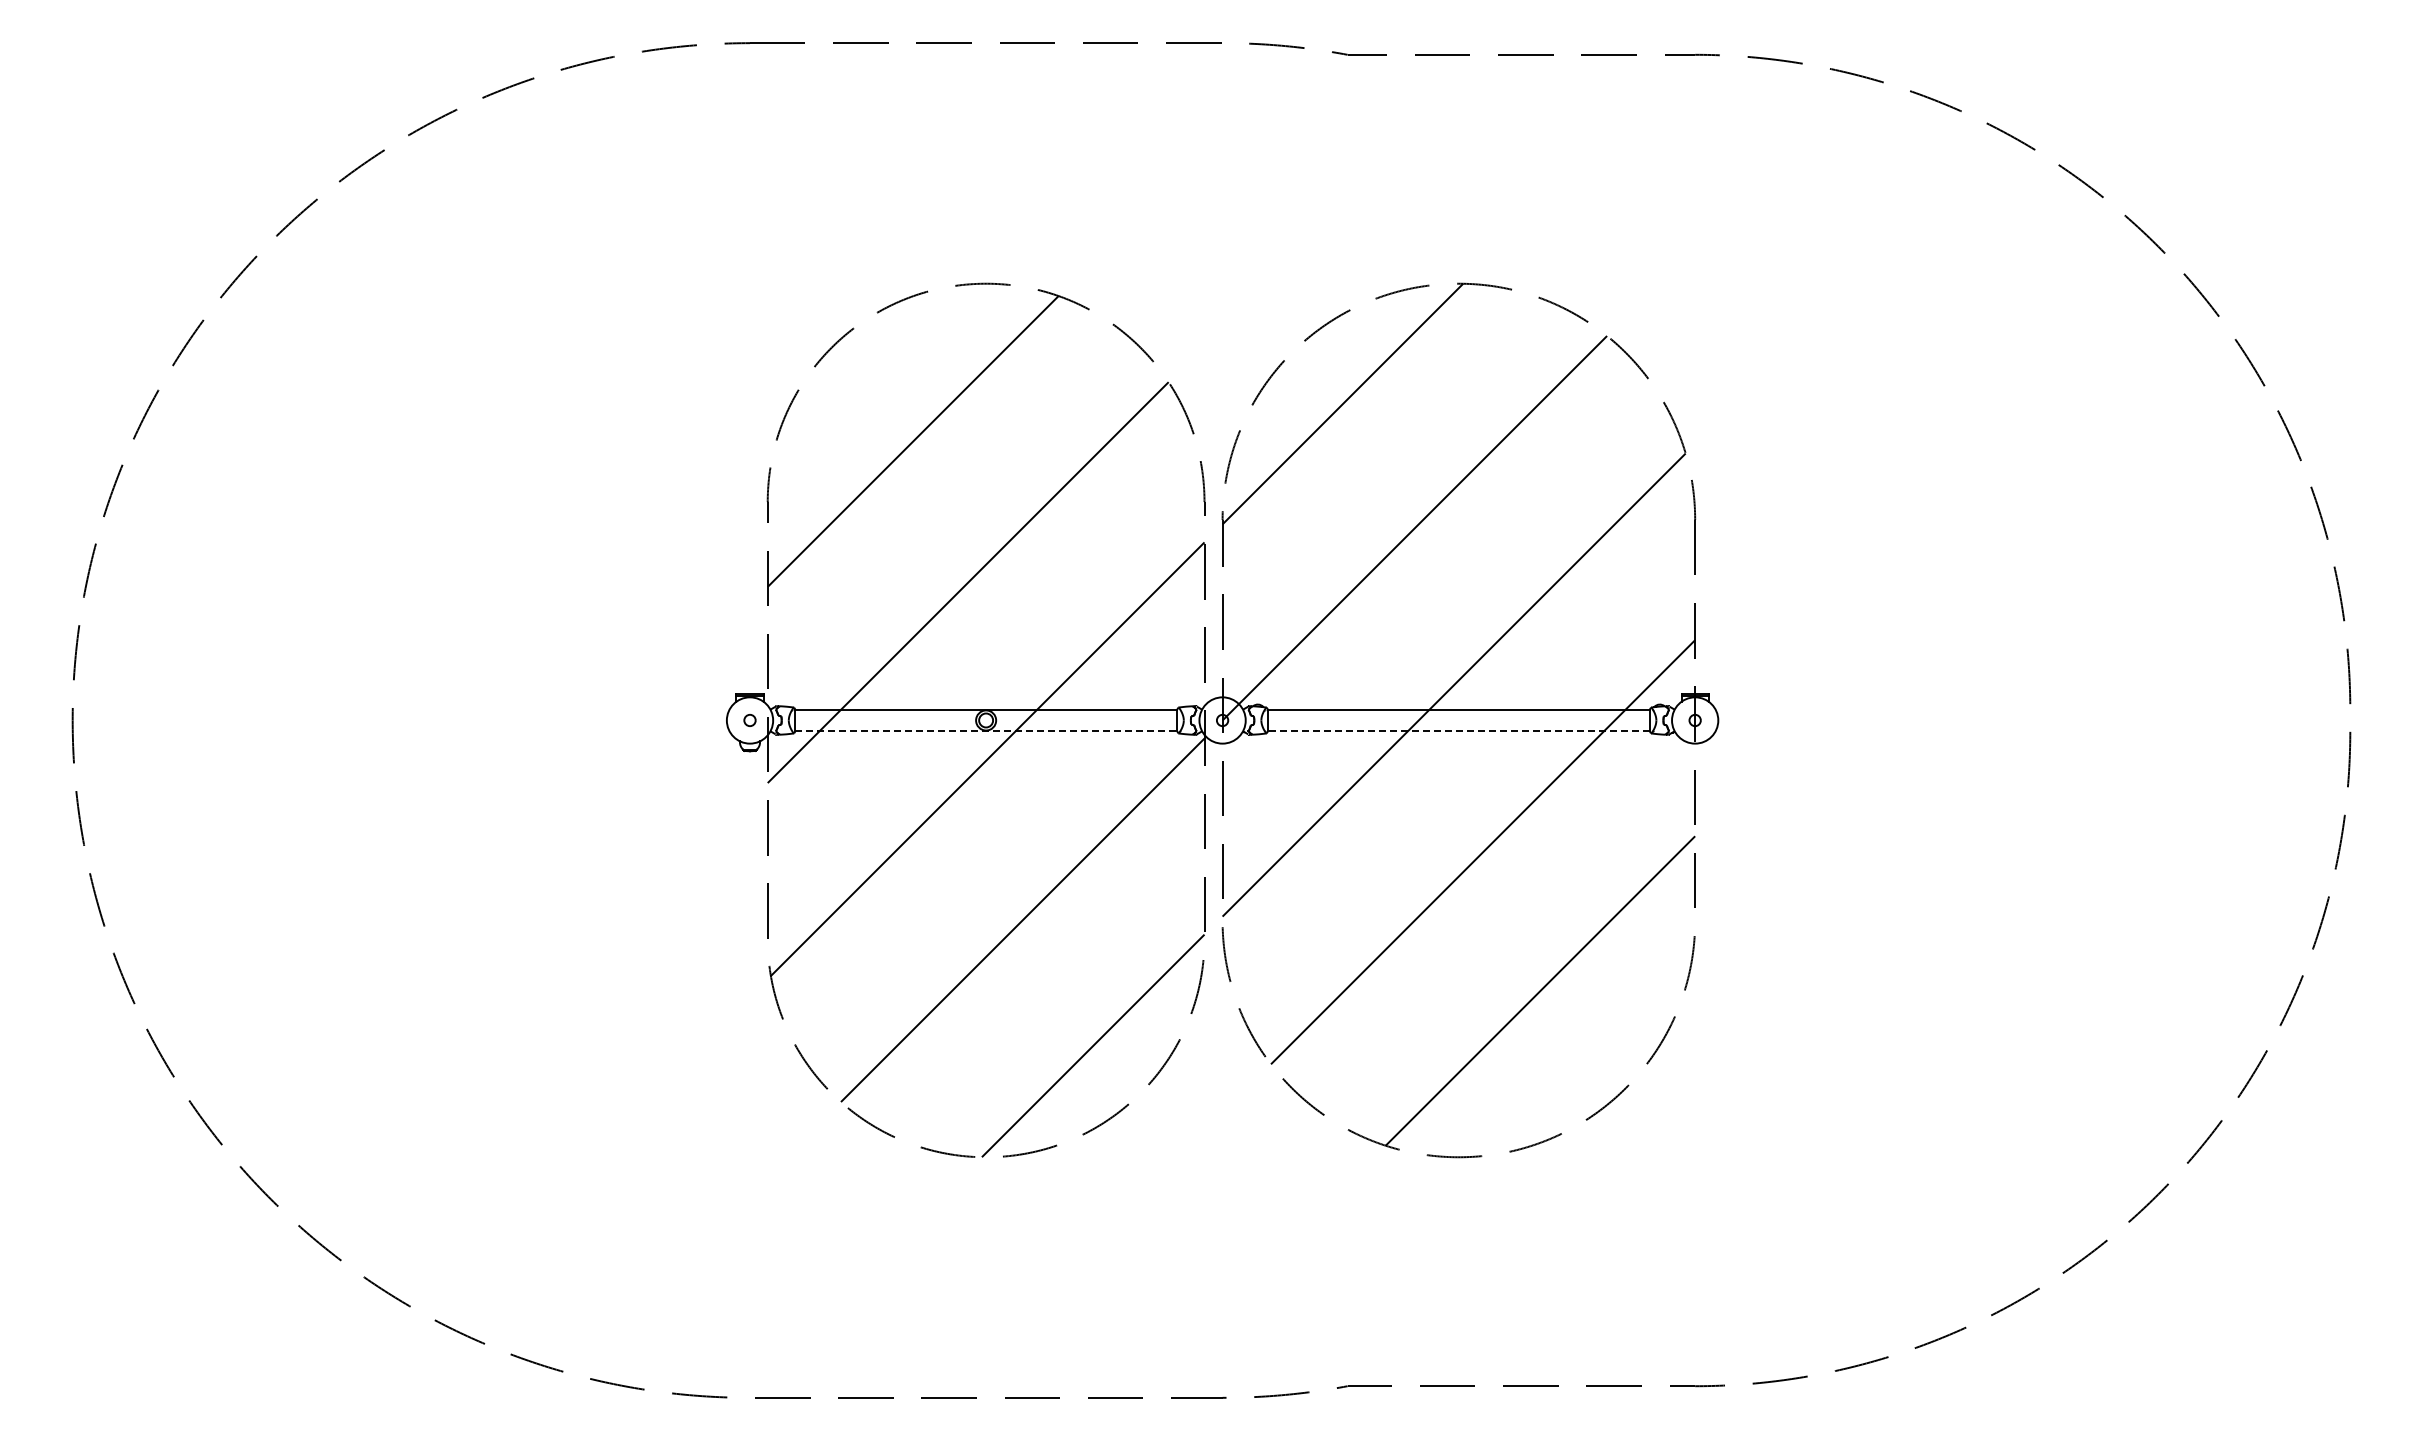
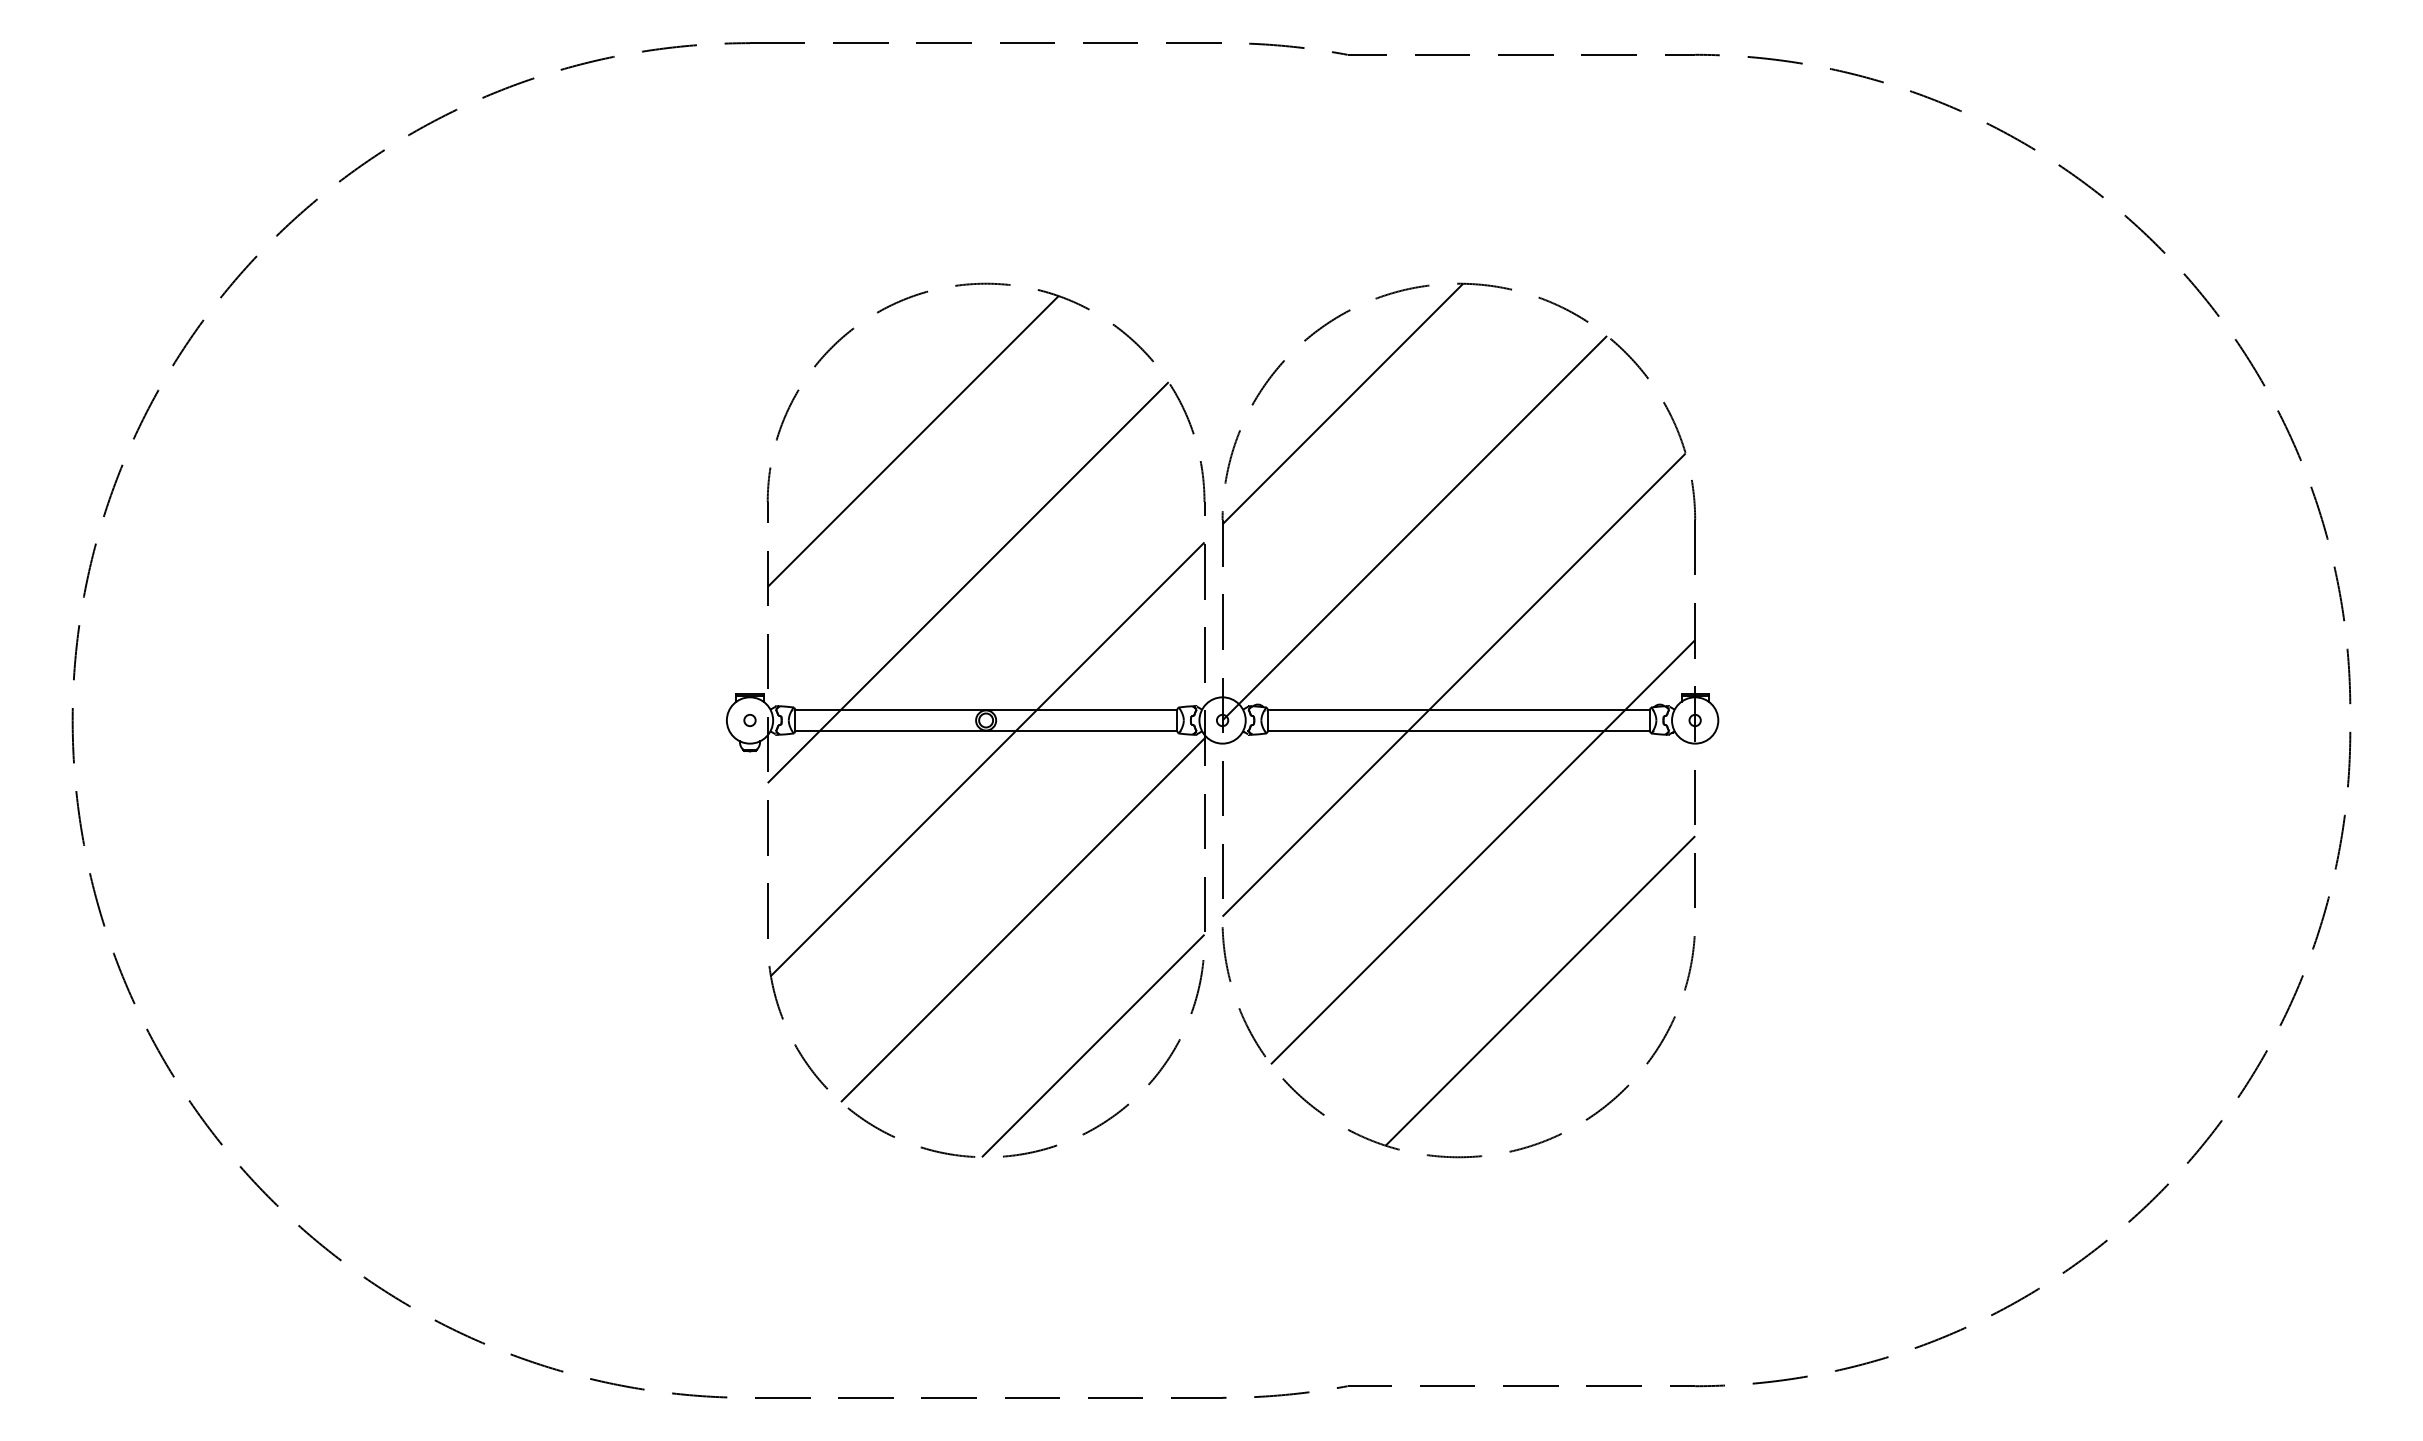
line at (986, 731): dashed -> solid
line at (1458, 731): dashed -> solid
